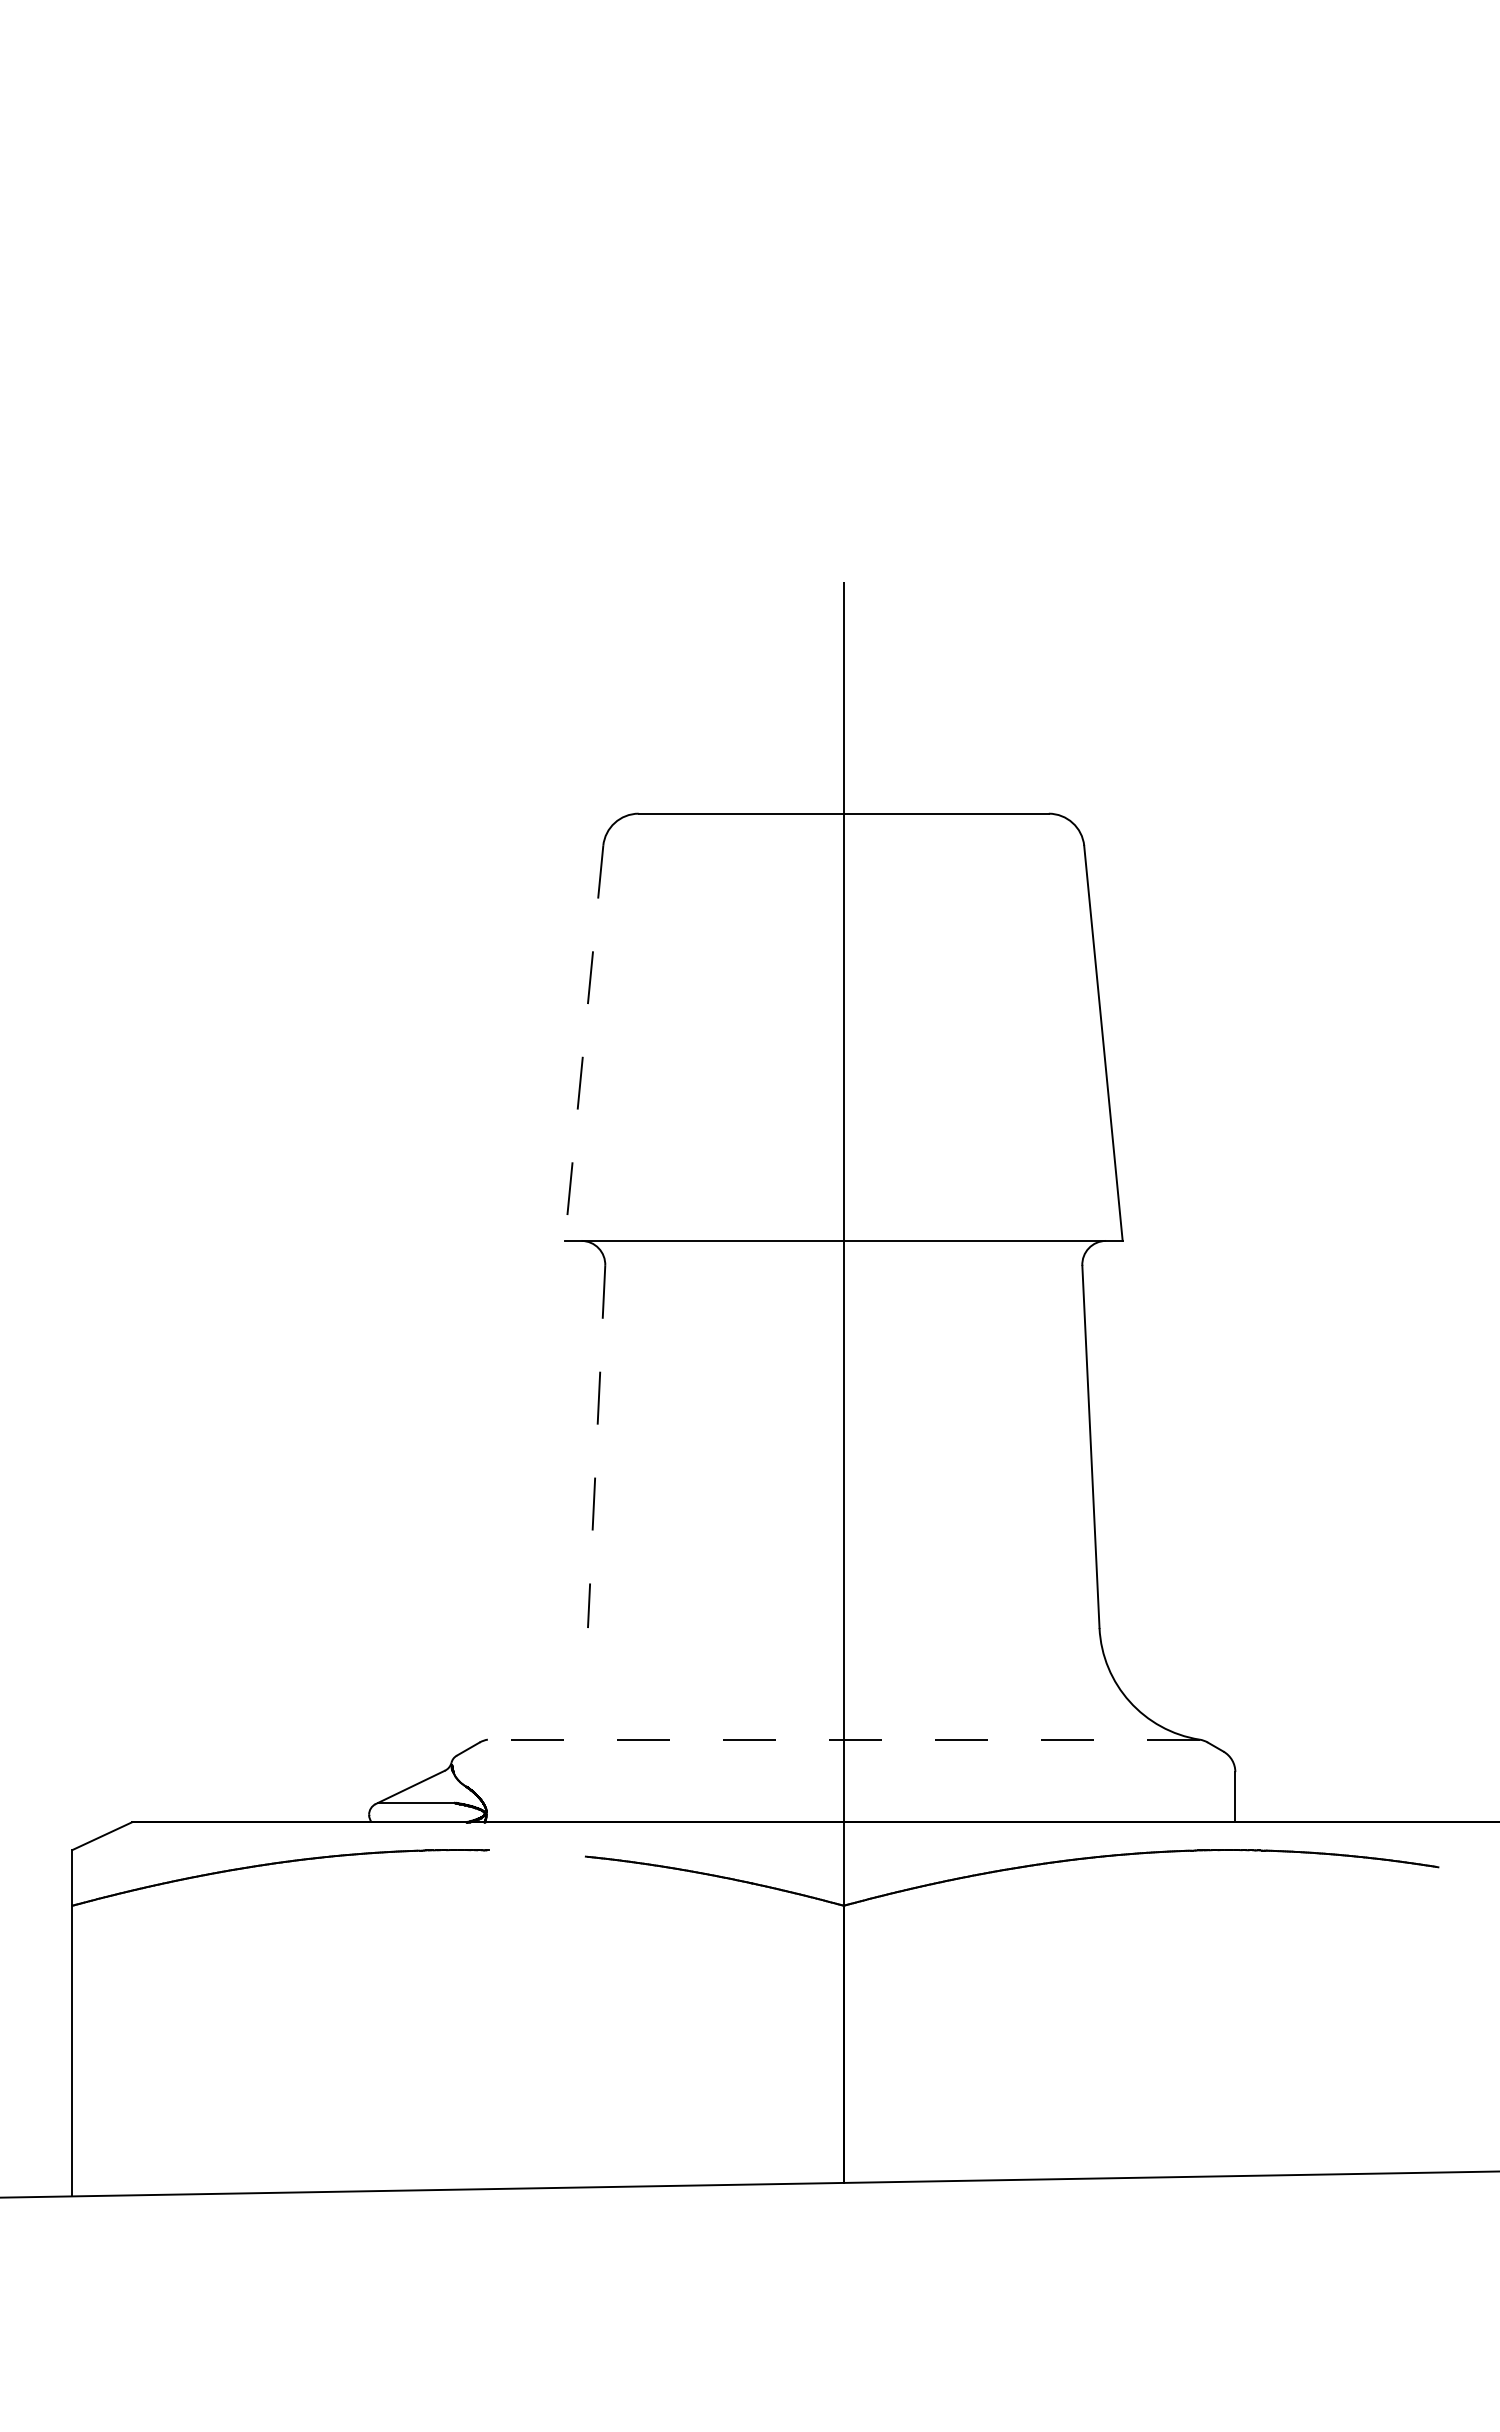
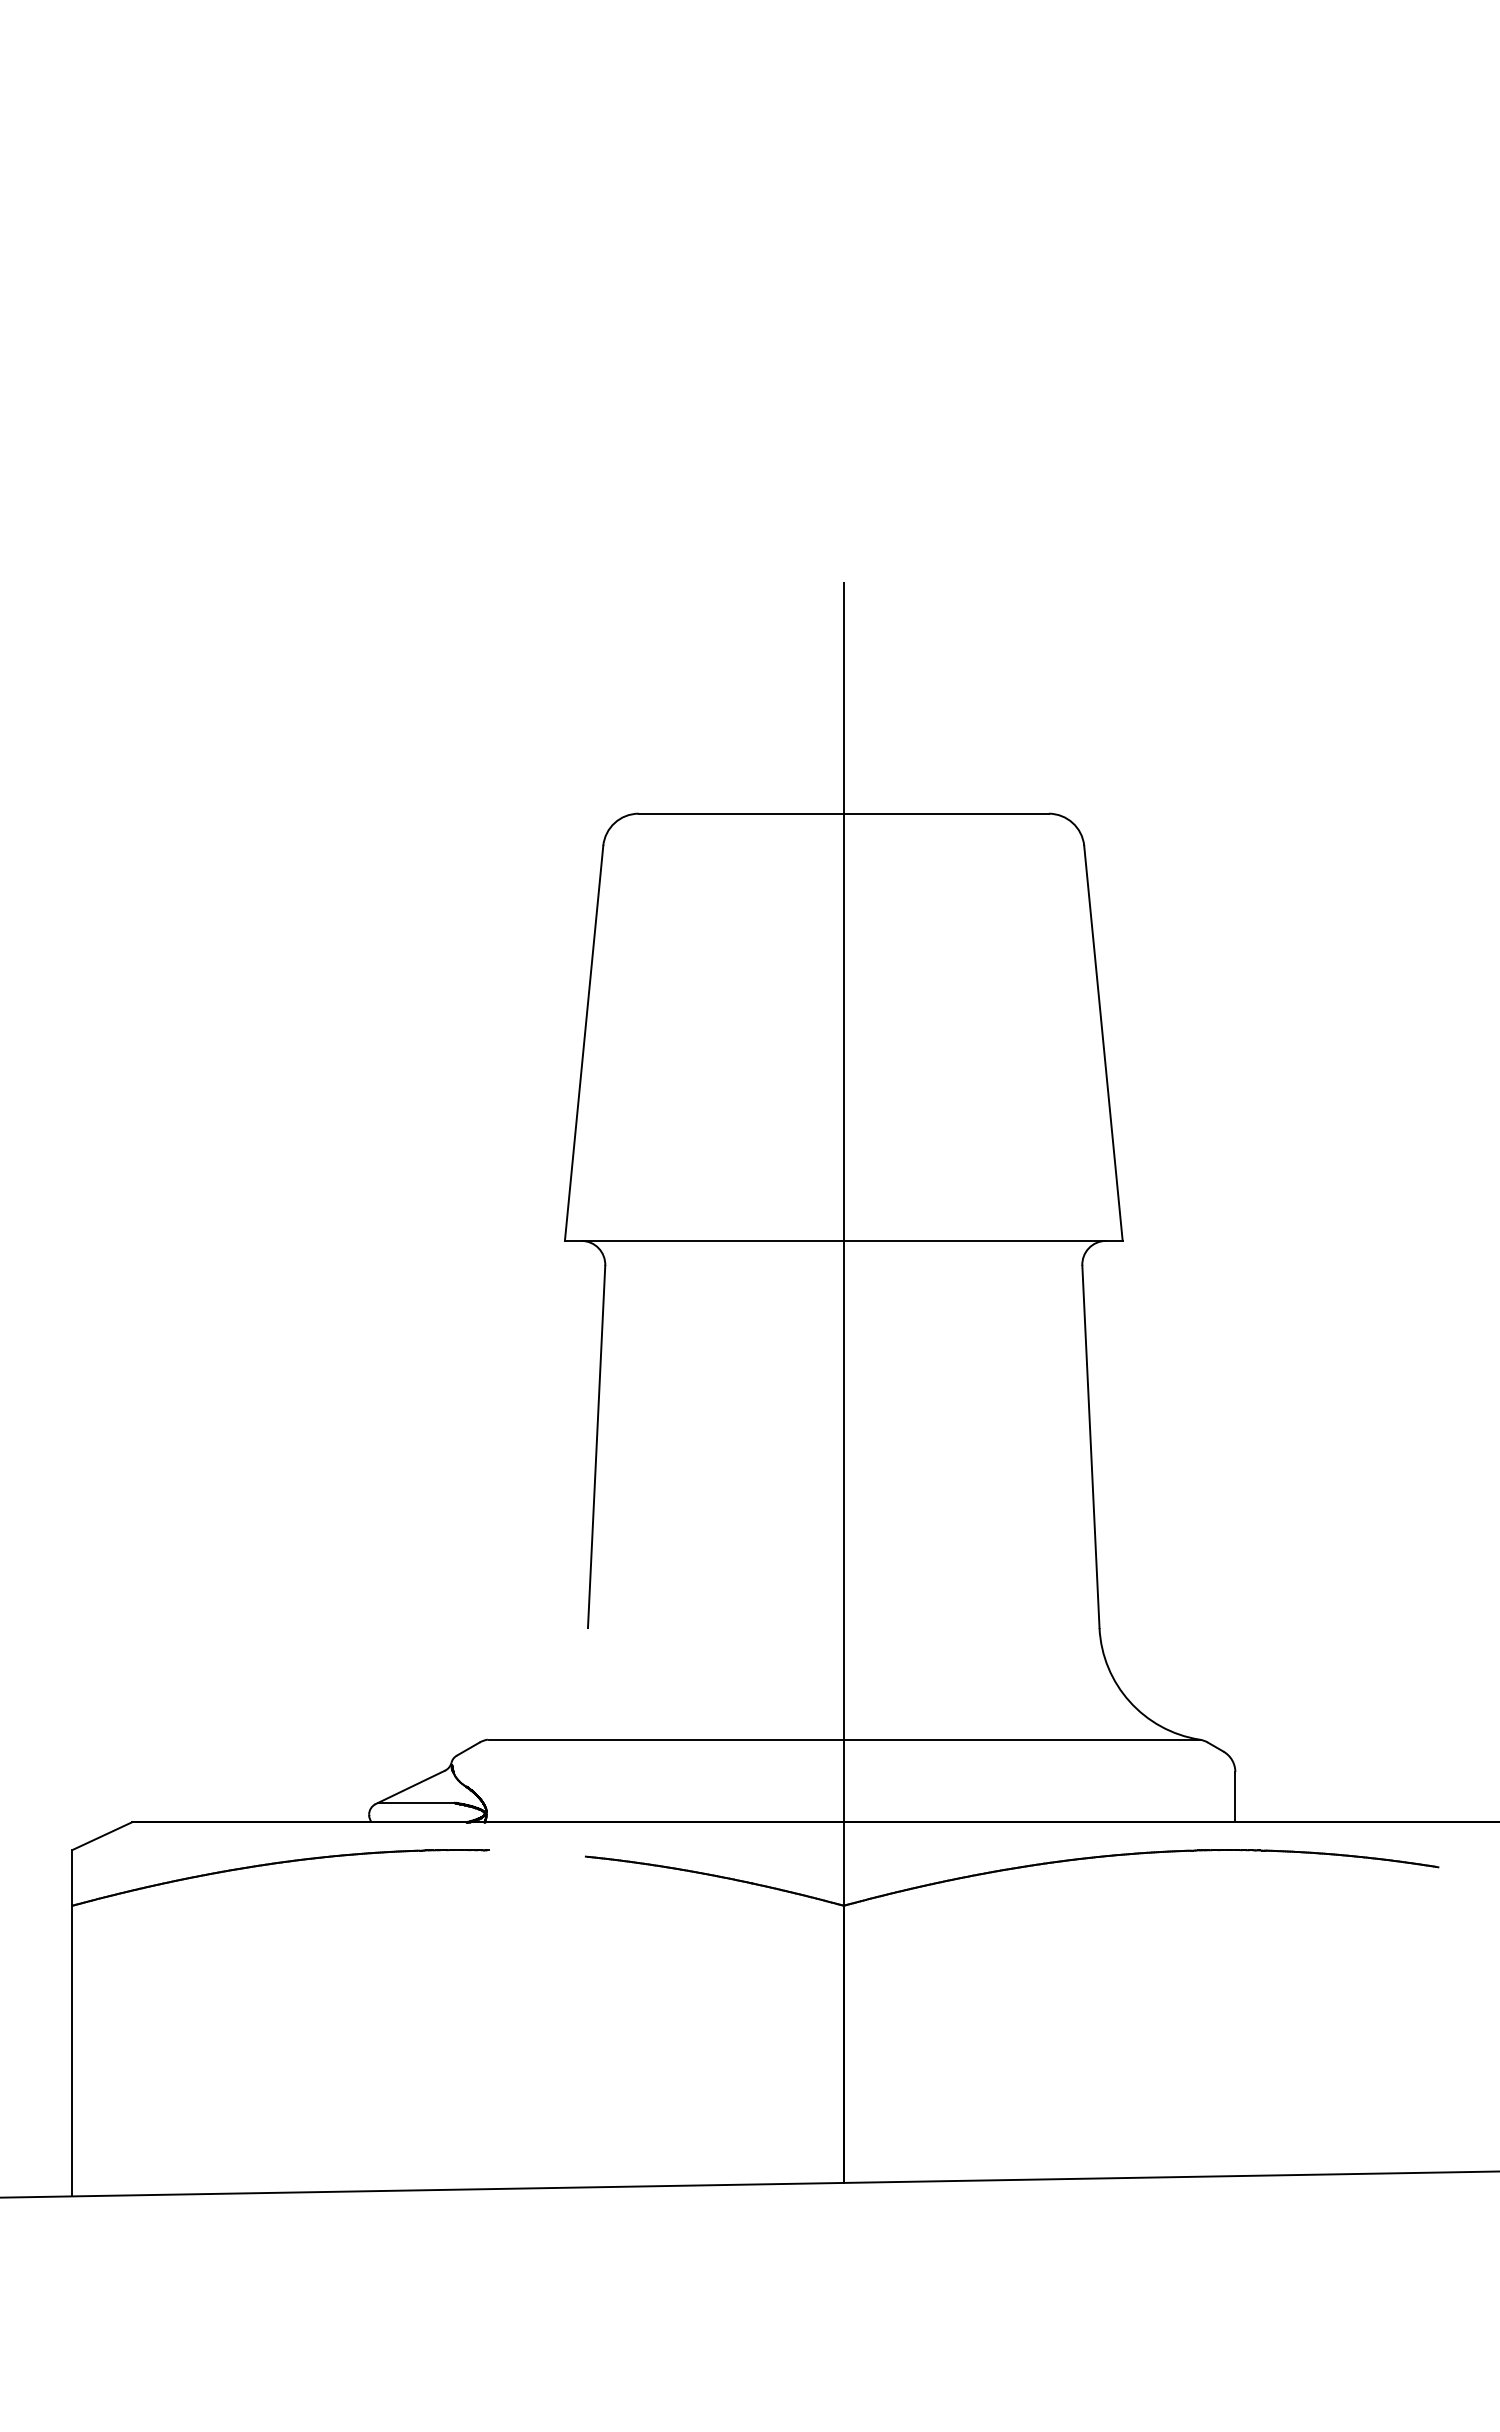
line at (584, 1043): dashed -> solid
line at (596, 1447): dashed -> solid
line at (843, 1739): dashed -> solid
